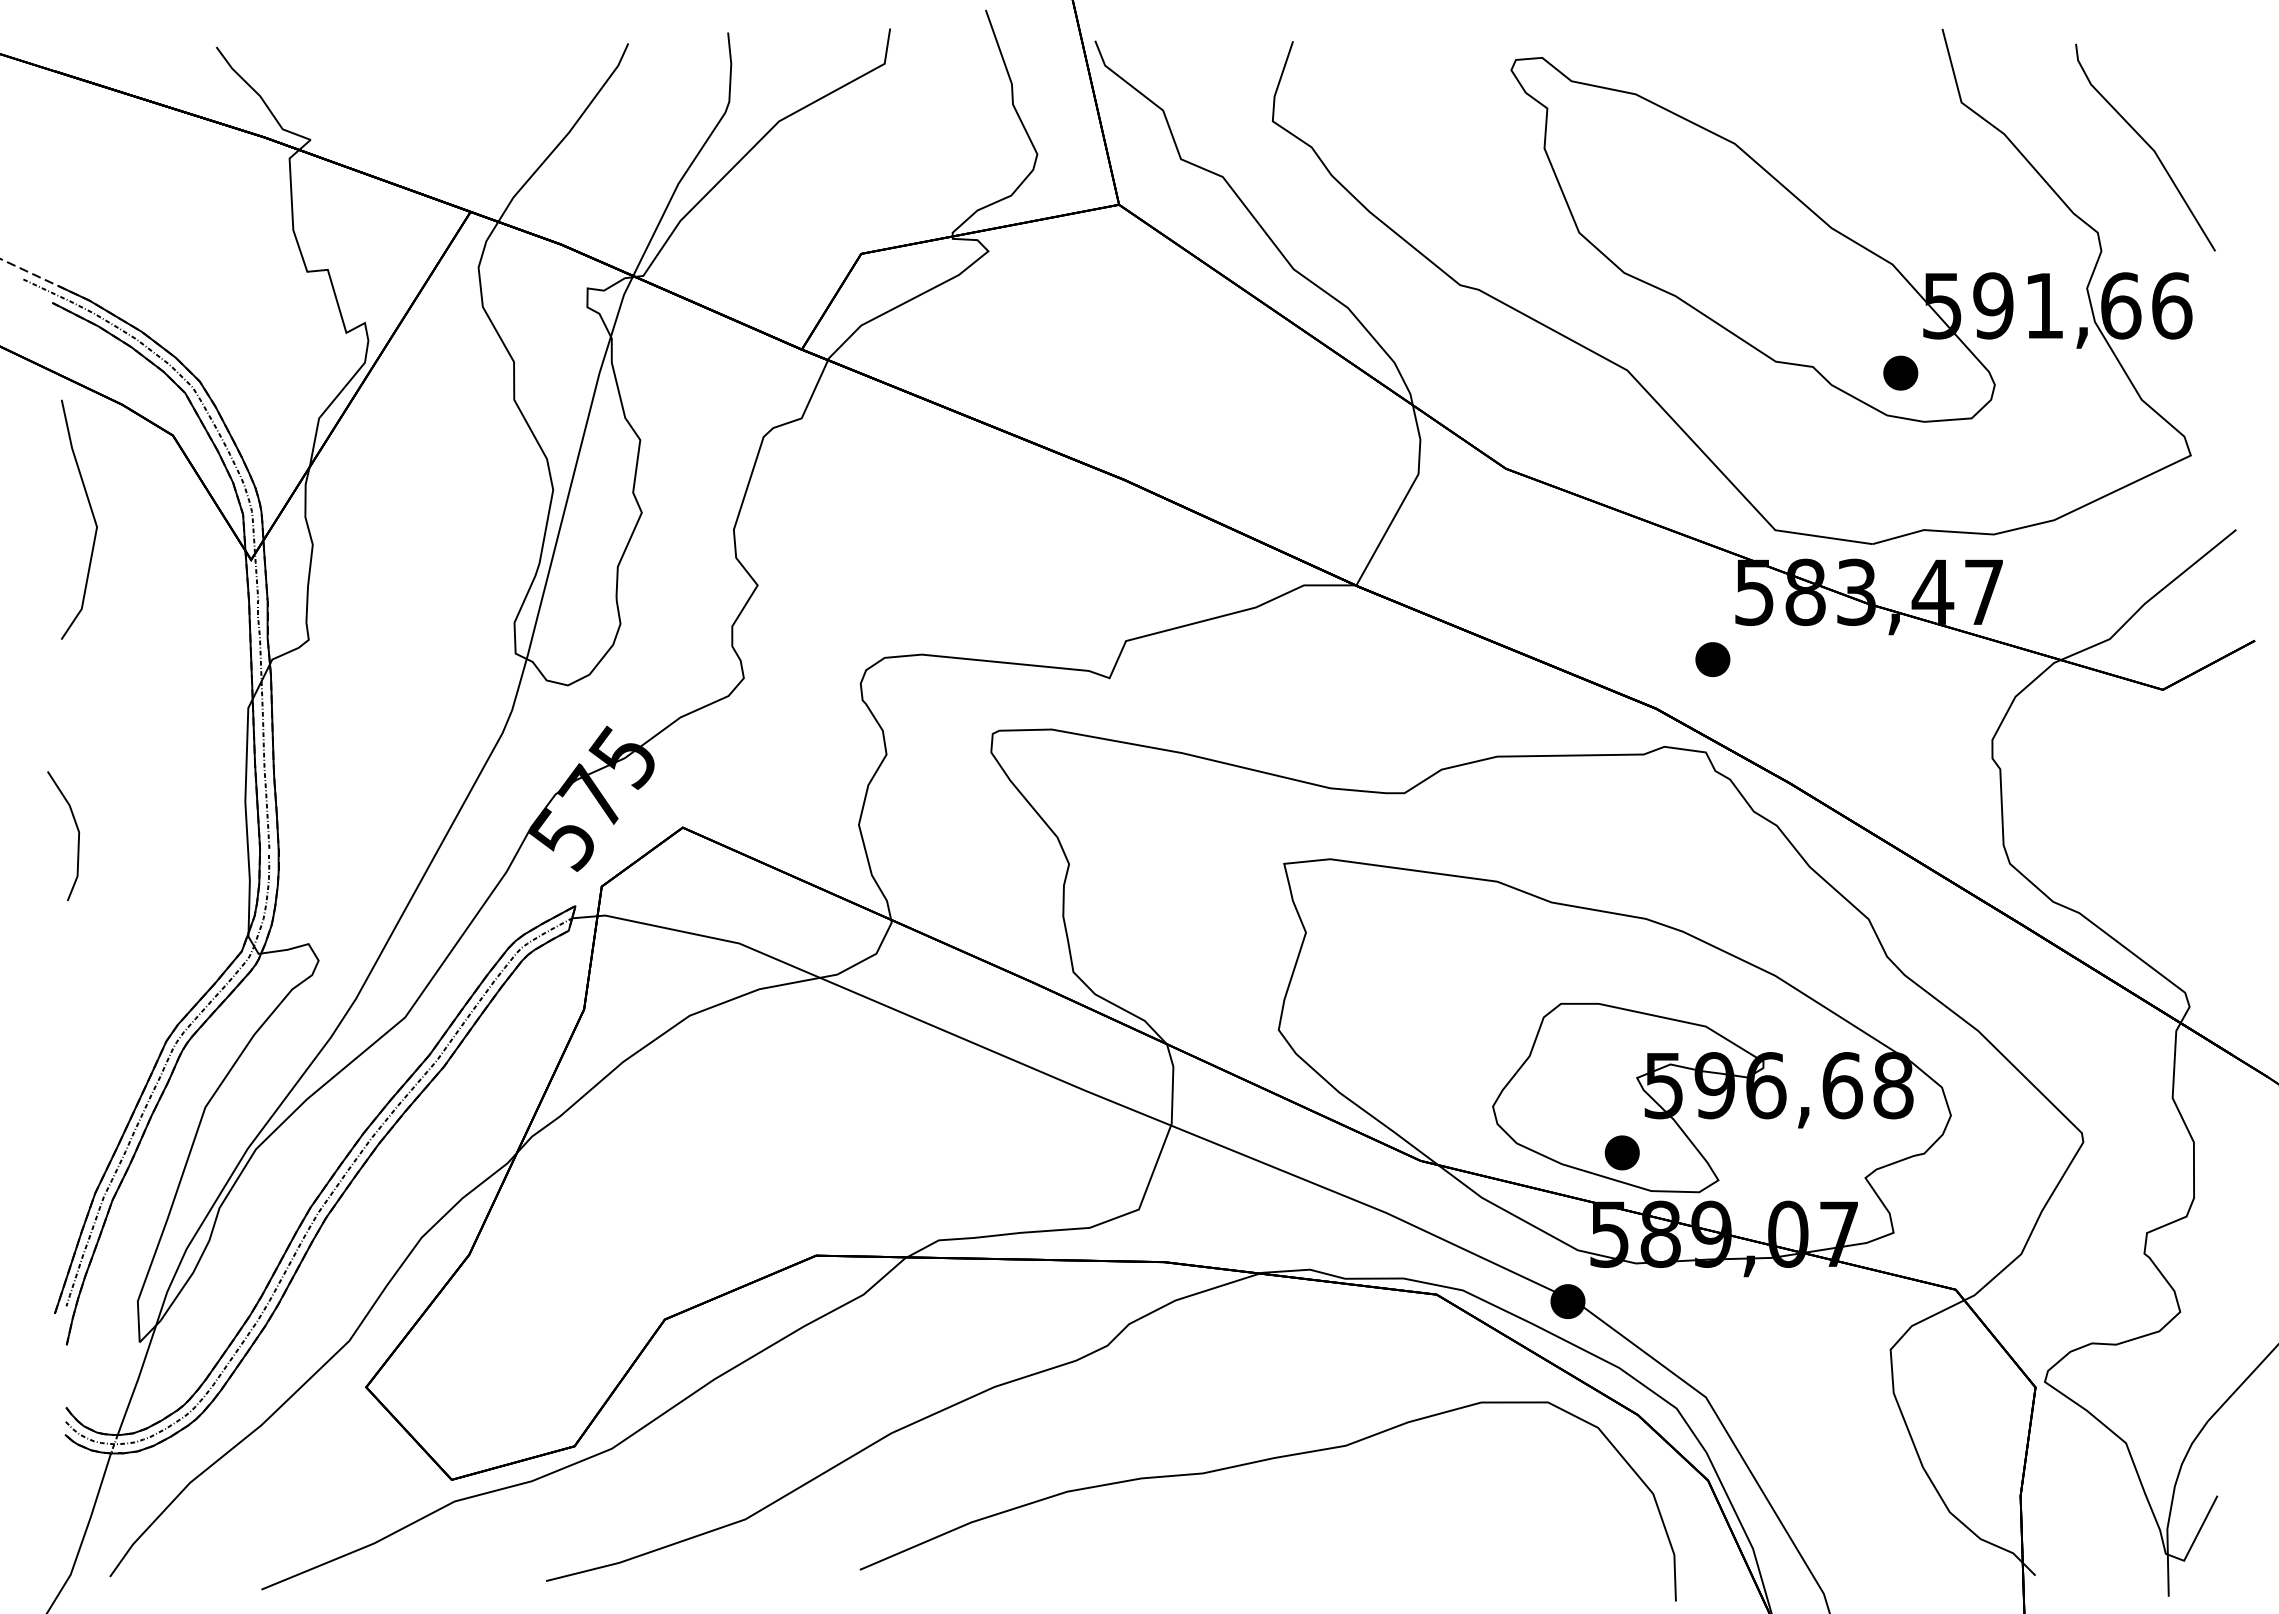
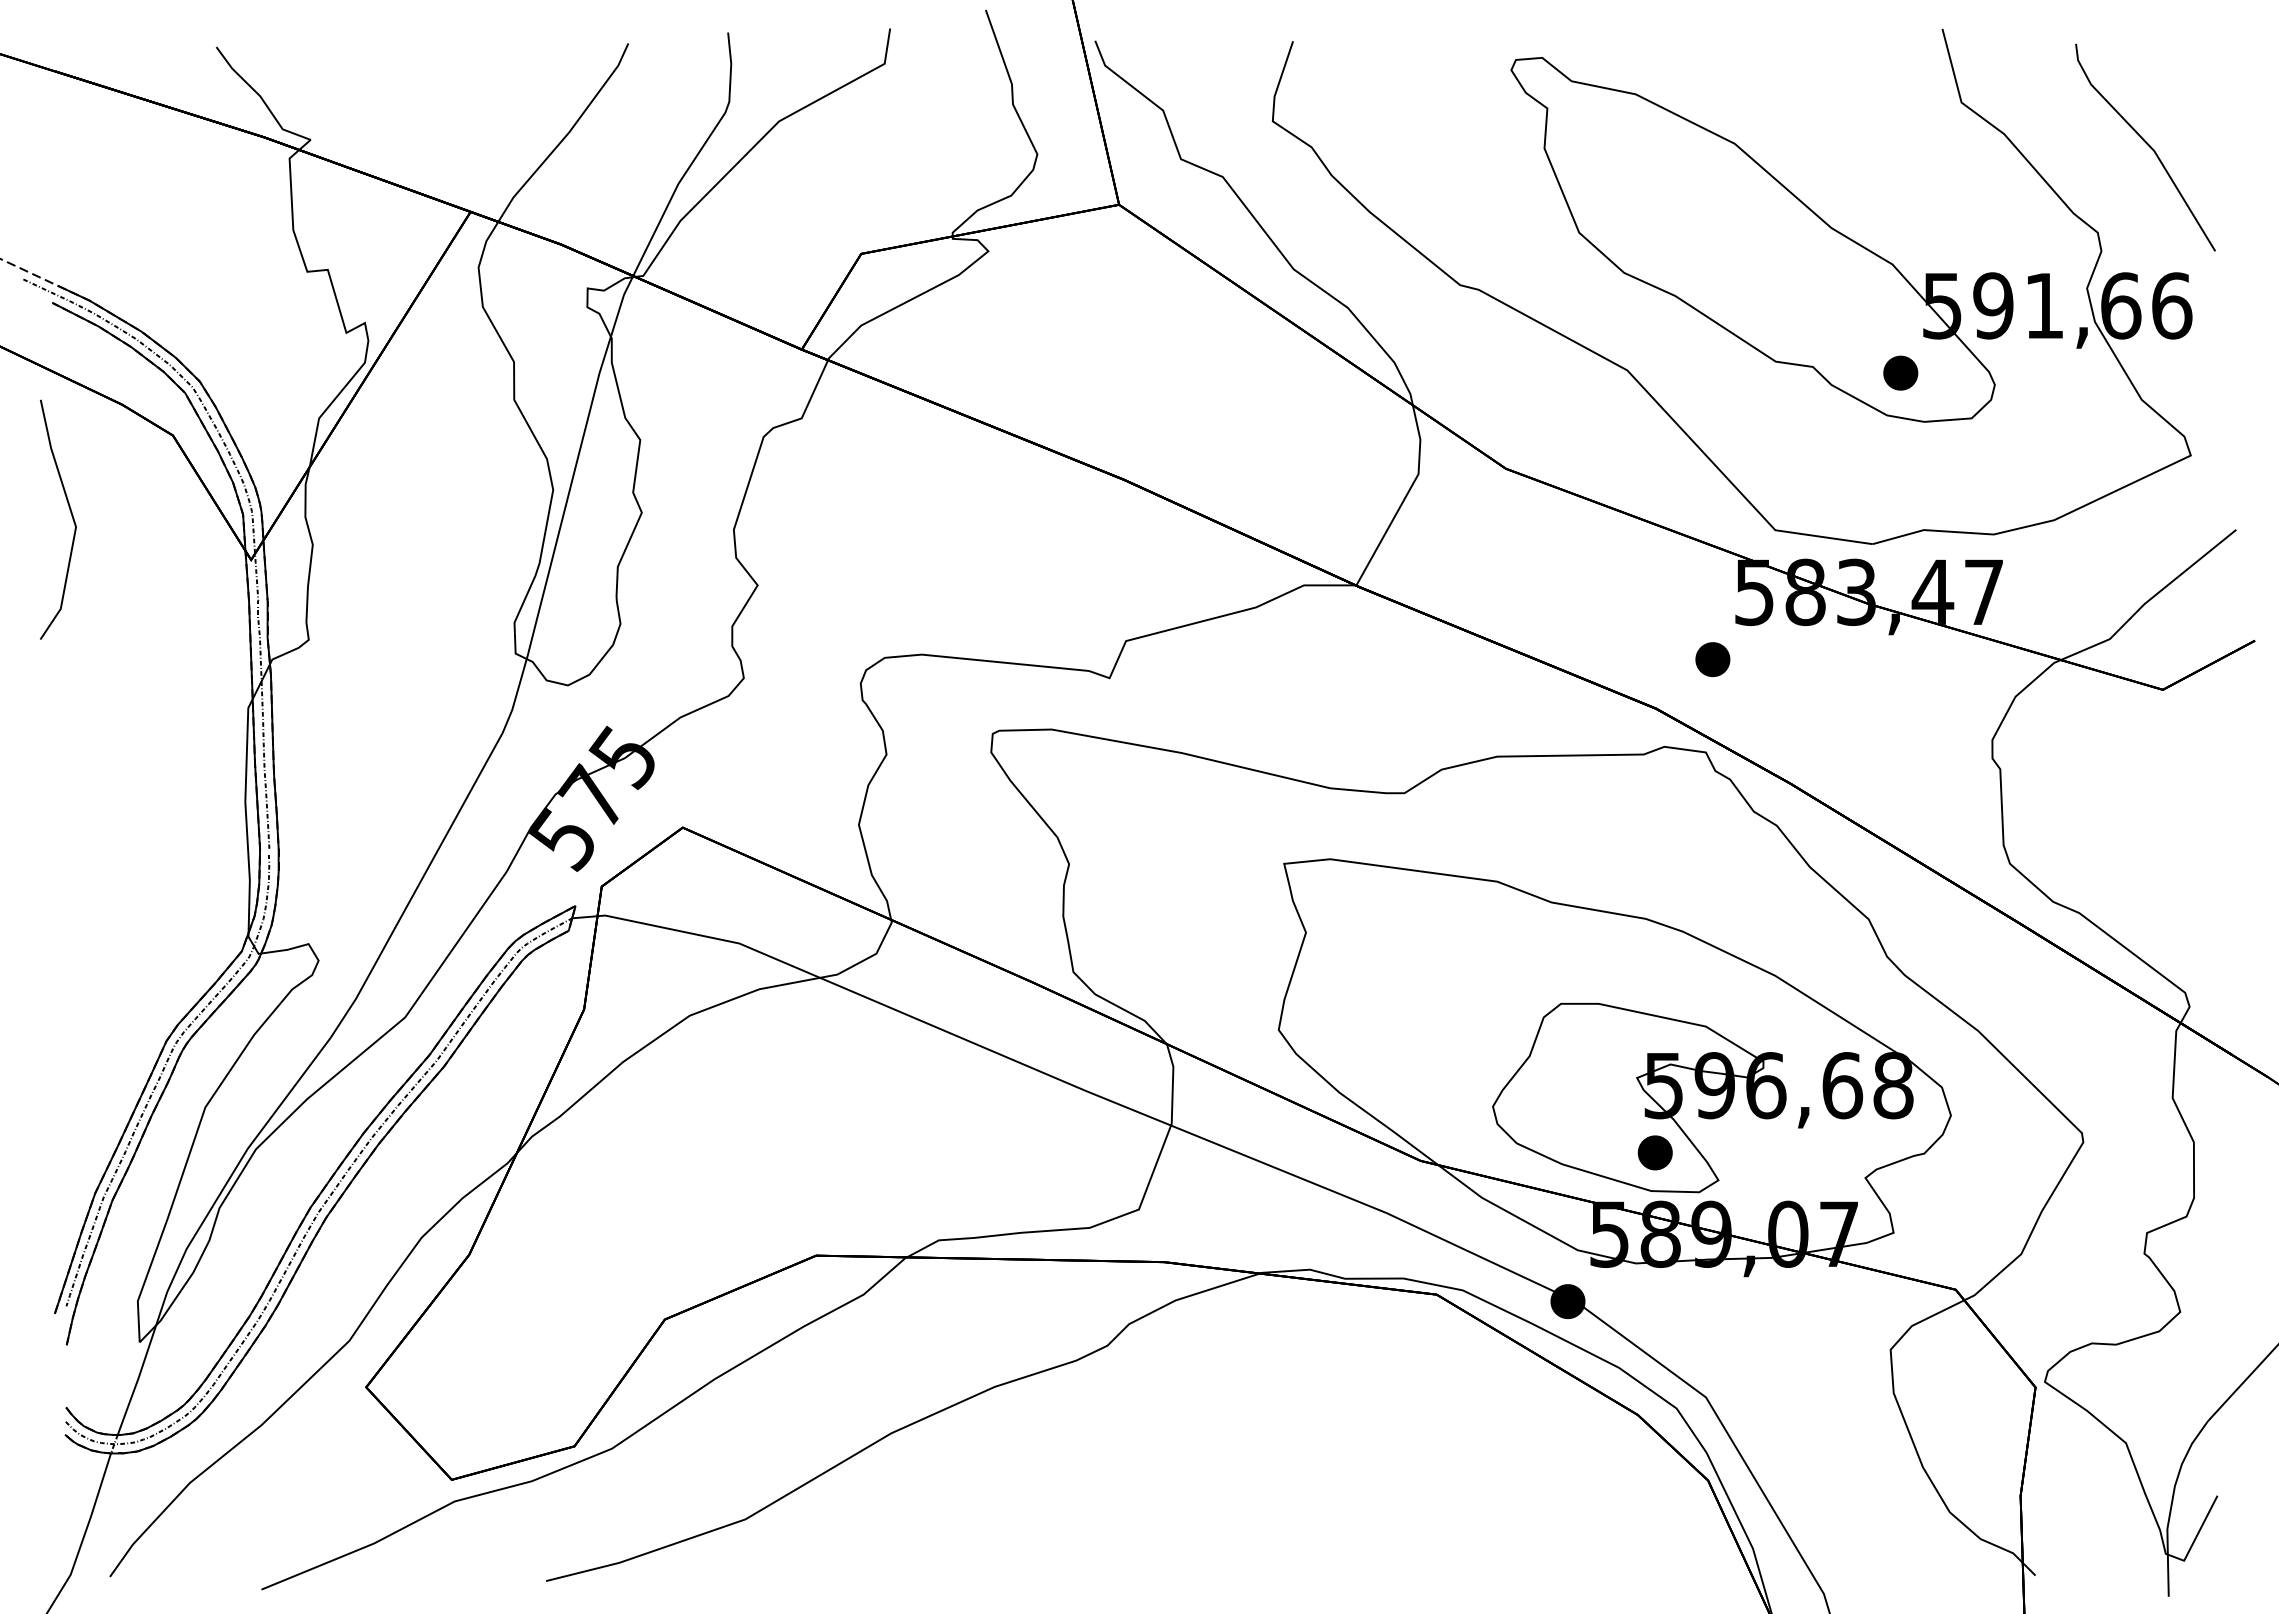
line at (92, 516) position: (92, 516) -> (71, 516)
line at (77, 831): present -> none
part at (1621, 1152) position: (1621, 1152) -> (1654, 1152)
curve at (1259, 1462): present -> none
